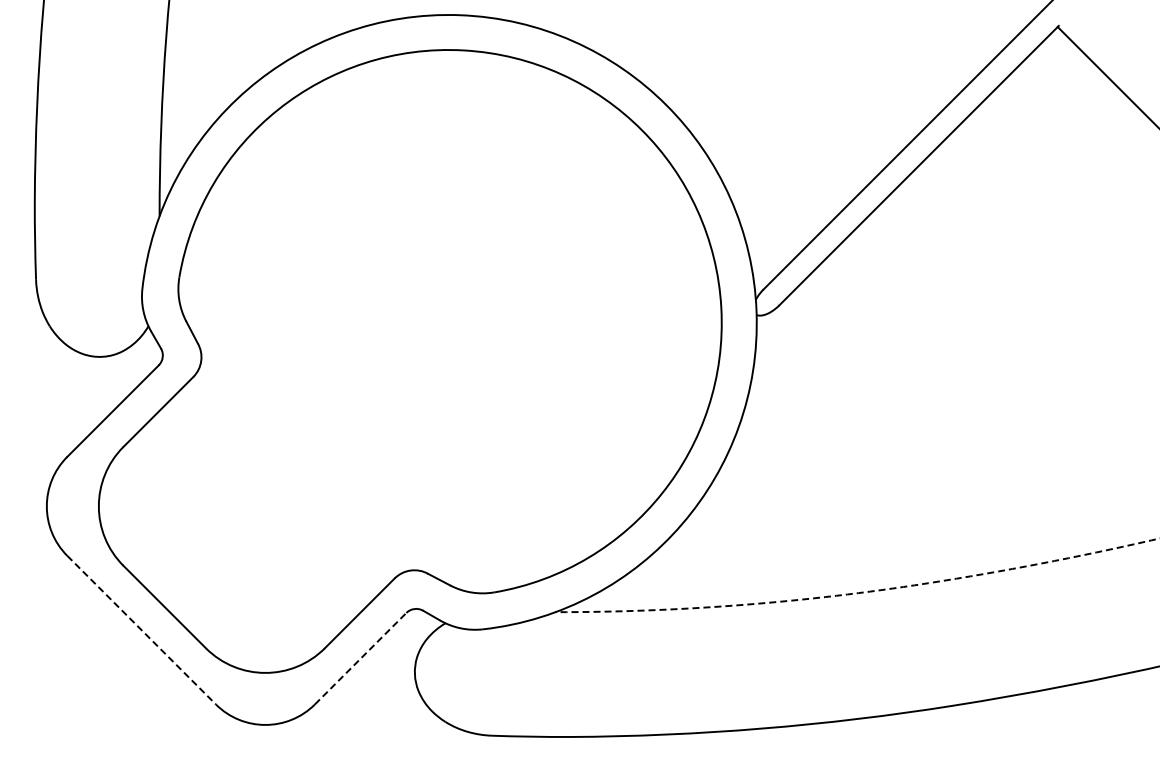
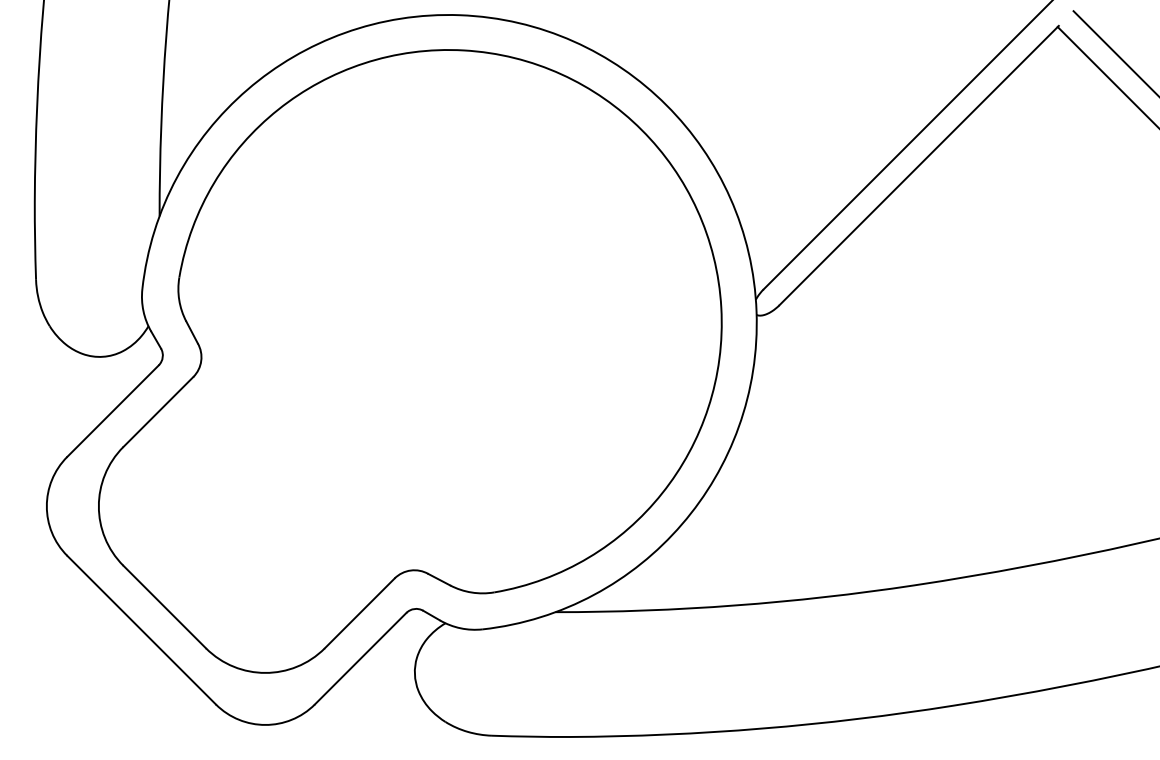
line at (1114, 52): none -> present
line at (857, 593): dashed -> solid
line at (141, 630): dashed -> solid
line at (360, 658): dashed -> solid
